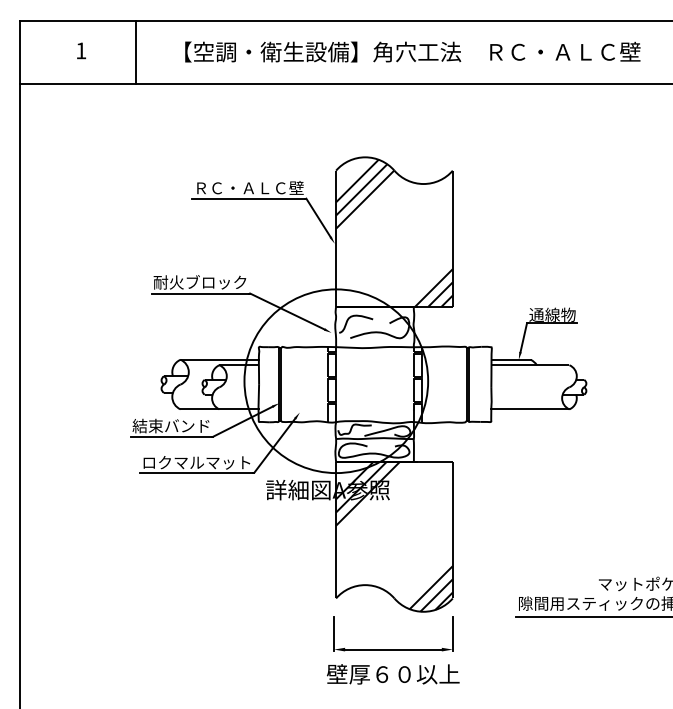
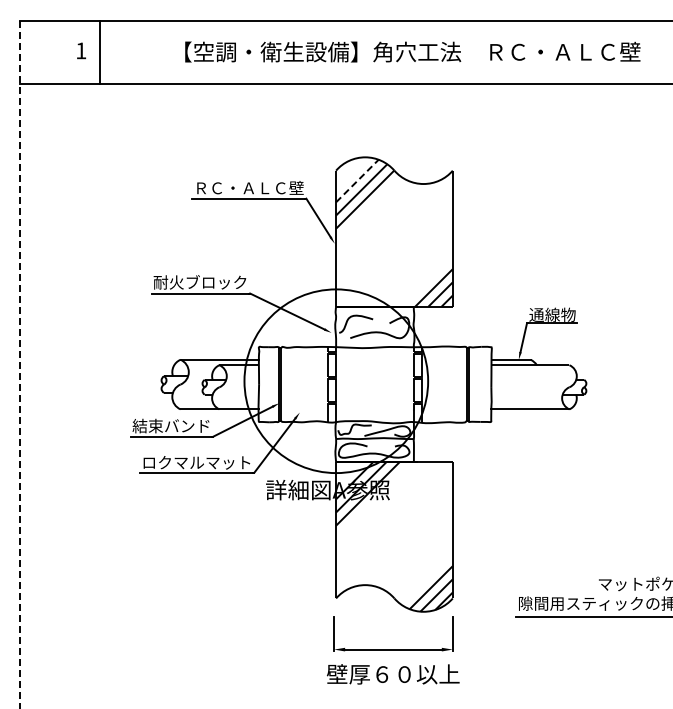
line at (135, 52) position: (135, 52) -> (99, 52)
line at (357, 180): solid -> dashed
line at (20, 365): solid -> dashed
